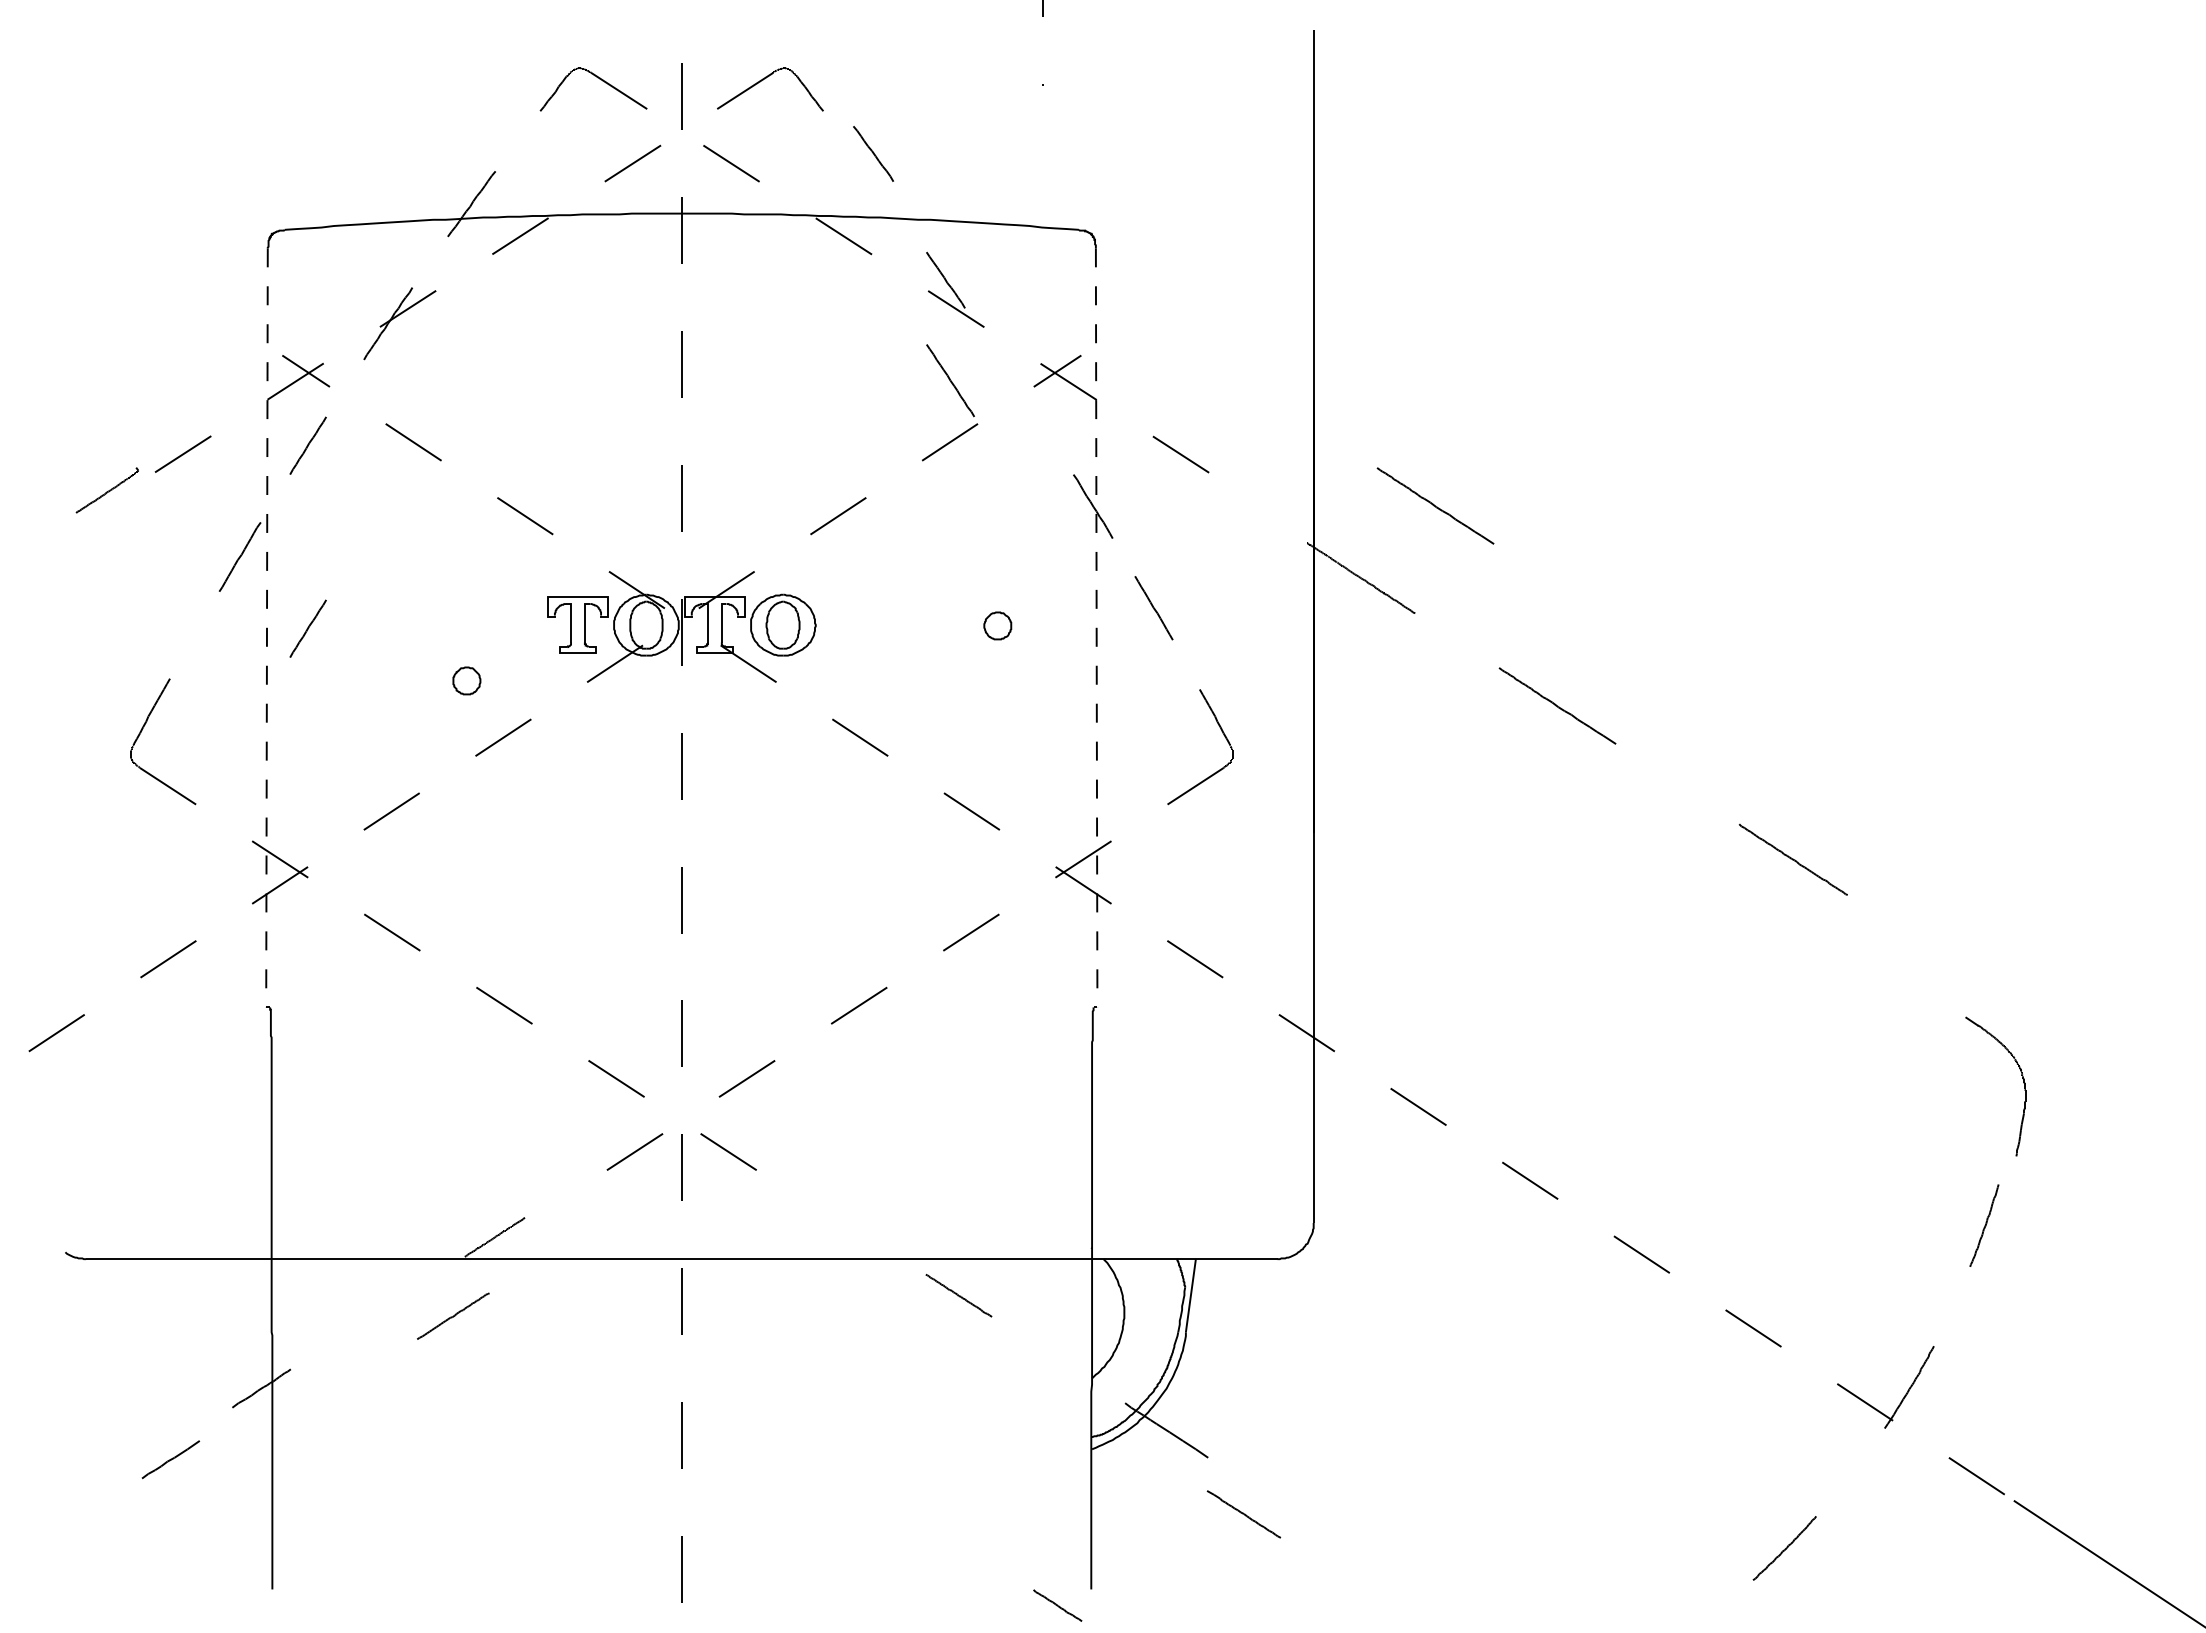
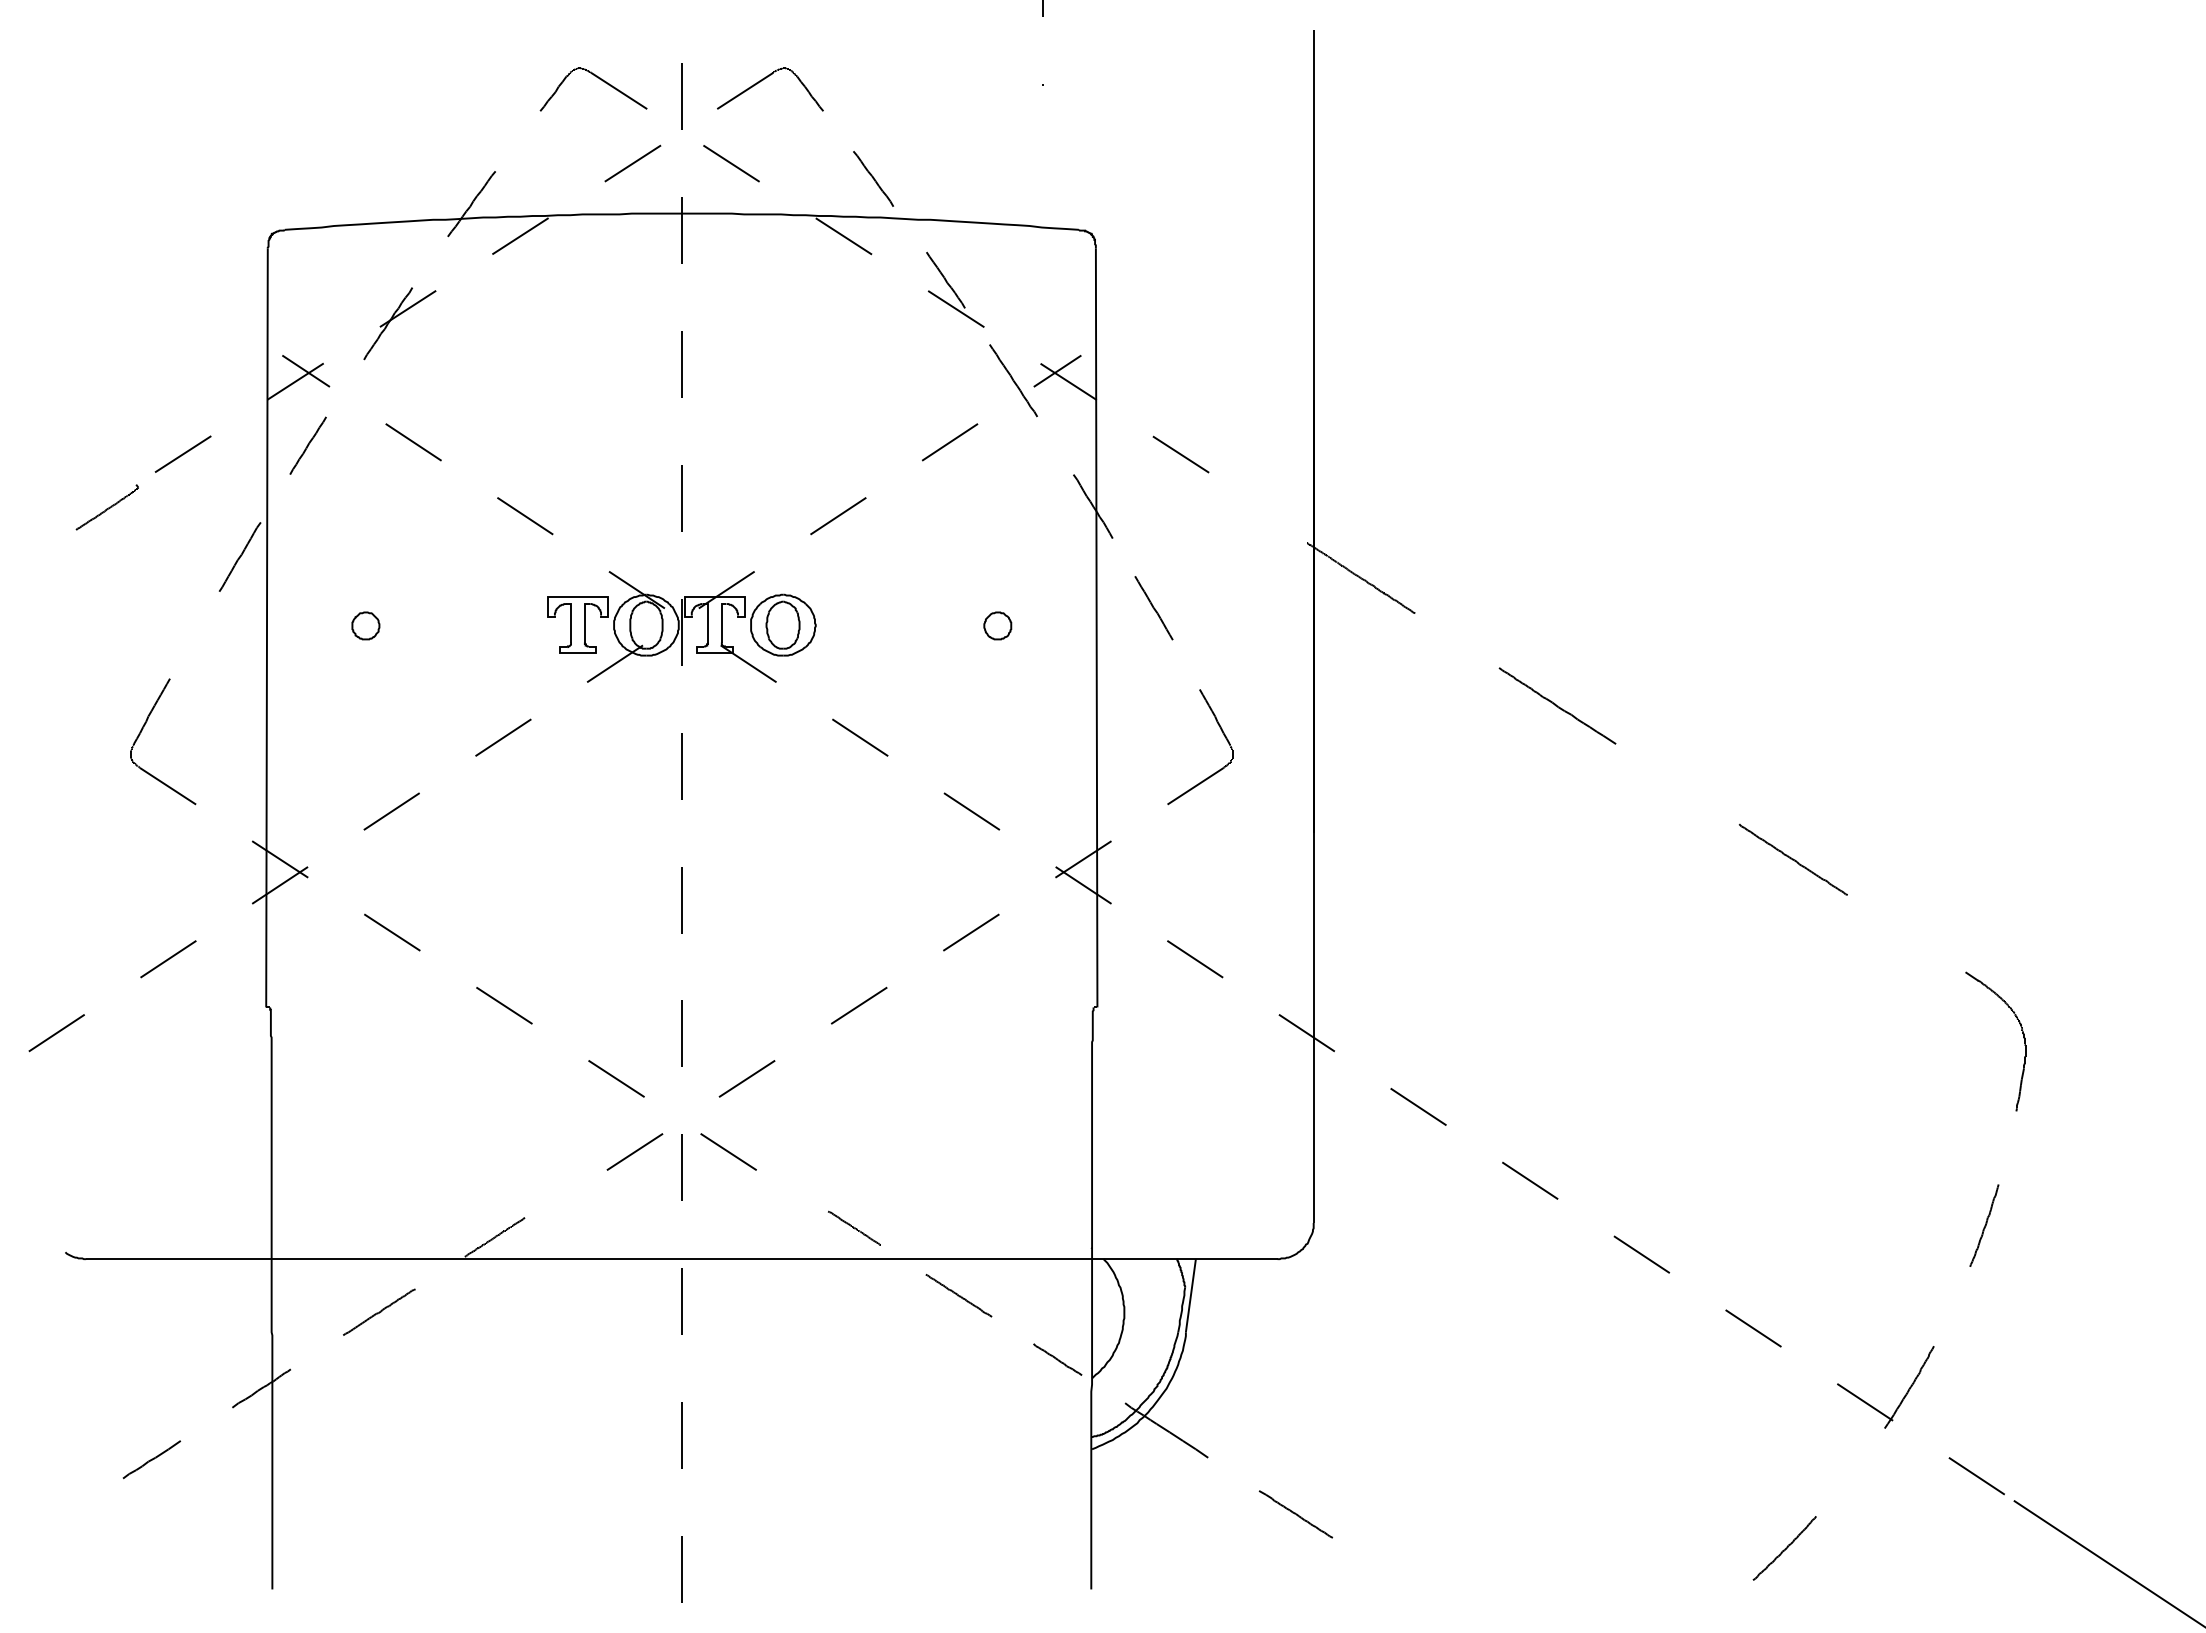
line at (873, 153) position: (873, 153) -> (873, 178)
line at (950, 380) position: (950, 380) -> (1013, 380)
part at (106, 490) position: (106, 490) -> (106, 507)
line at (1435, 505): present -> none
line at (267, 627): dashed -> solid
line at (1096, 627): dashed -> solid
line at (307, 628): present -> none
part at (466, 680) position: (466, 680) -> (365, 625)
part at (2022, 1079) position: (2022, 1079) -> (2022, 1034)
line at (854, 1227): none -> present
line at (453, 1315) position: (453, 1315) -> (379, 1311)
line at (170, 1459) position: (170, 1459) -> (151, 1459)
line at (1243, 1514) position: (1243, 1514) -> (1295, 1514)
line at (1057, 1605) position: (1057, 1605) -> (1057, 1359)
